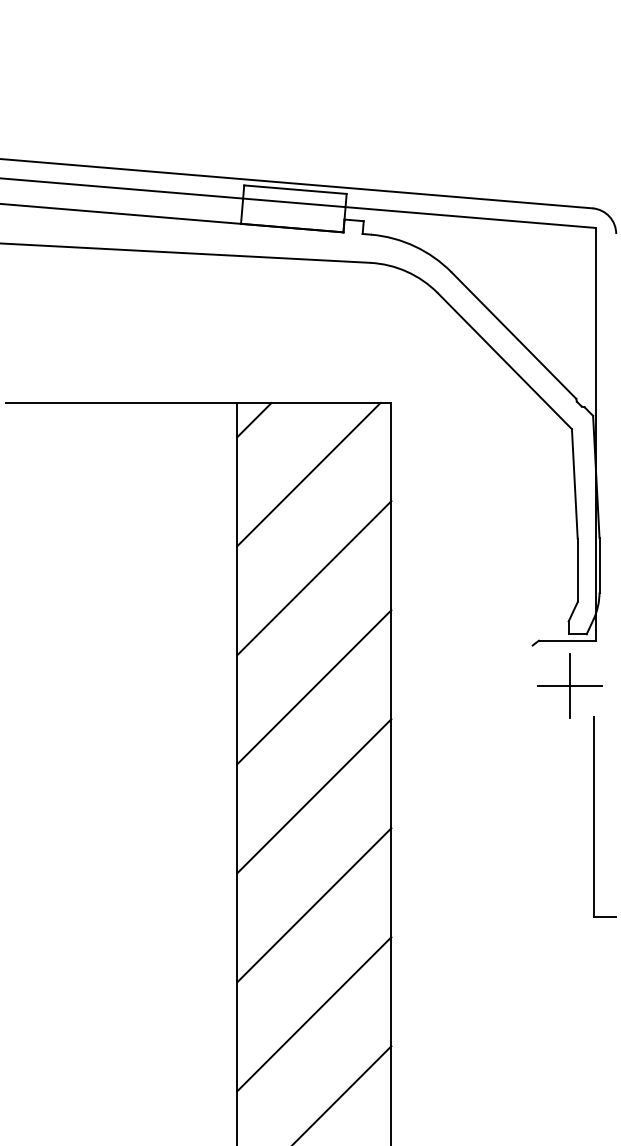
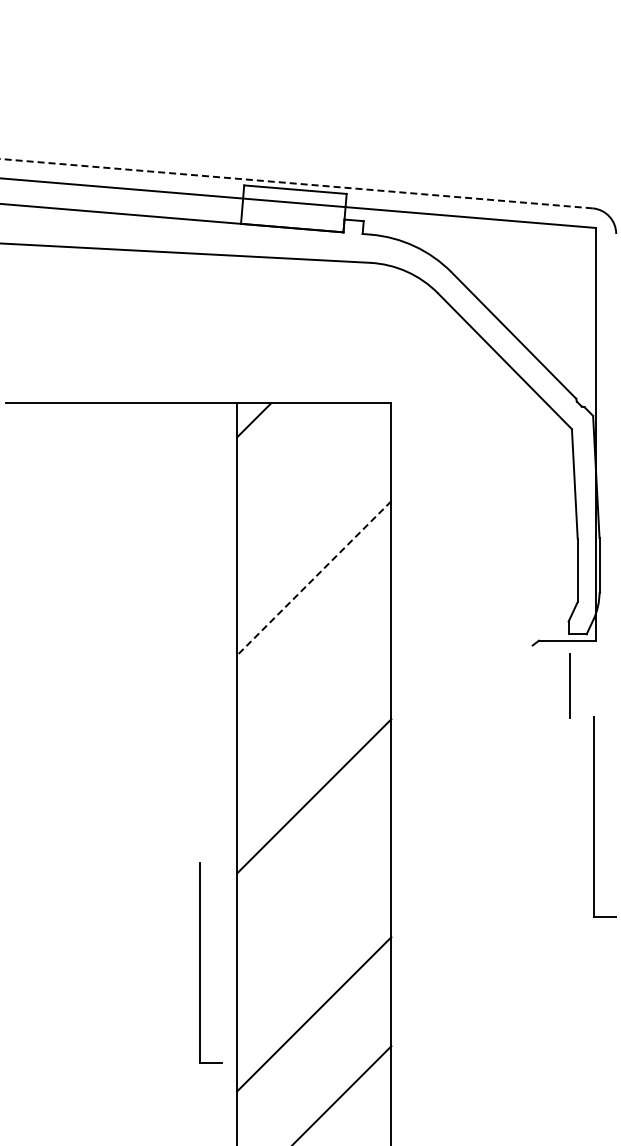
line at (296, 183): solid -> dashed
line at (308, 474): present -> none
line at (313, 578): solid -> dashed
line at (569, 685): present -> none
line at (314, 687): present -> none
line at (314, 905): present -> none
part at (200, 962): none -> present
